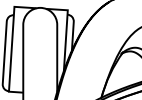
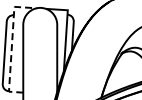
line at (11, 45): solid -> dashed
